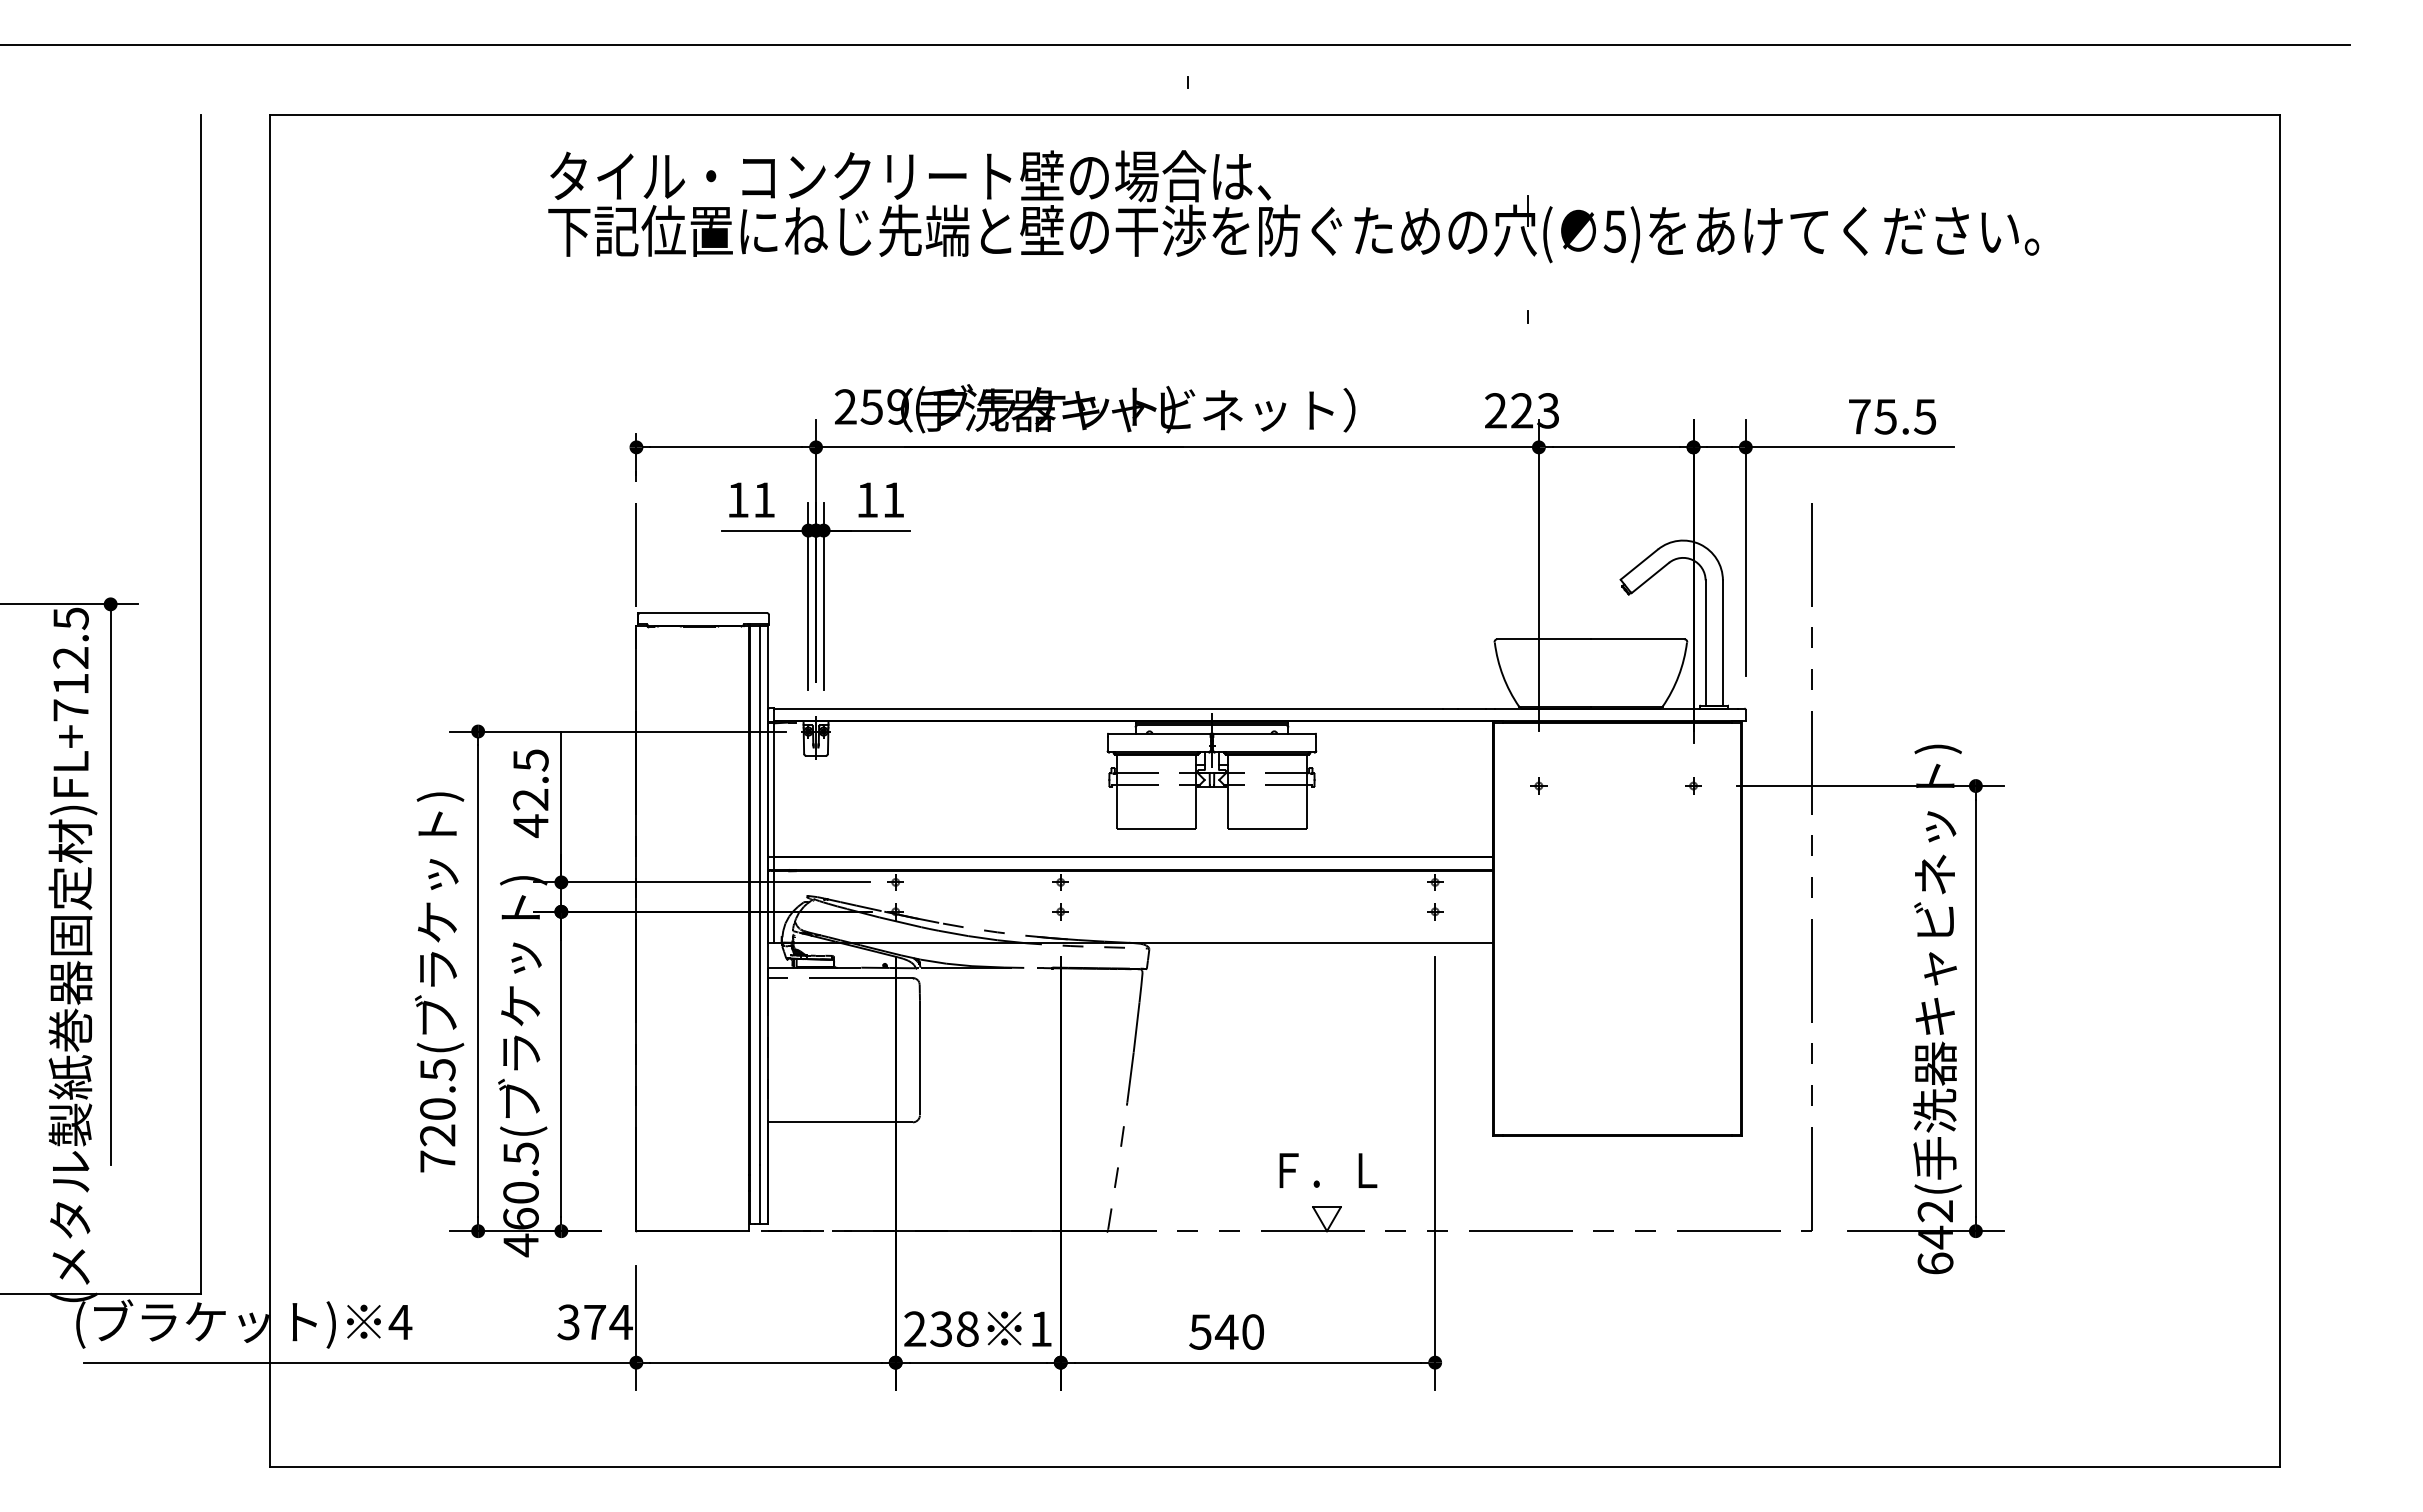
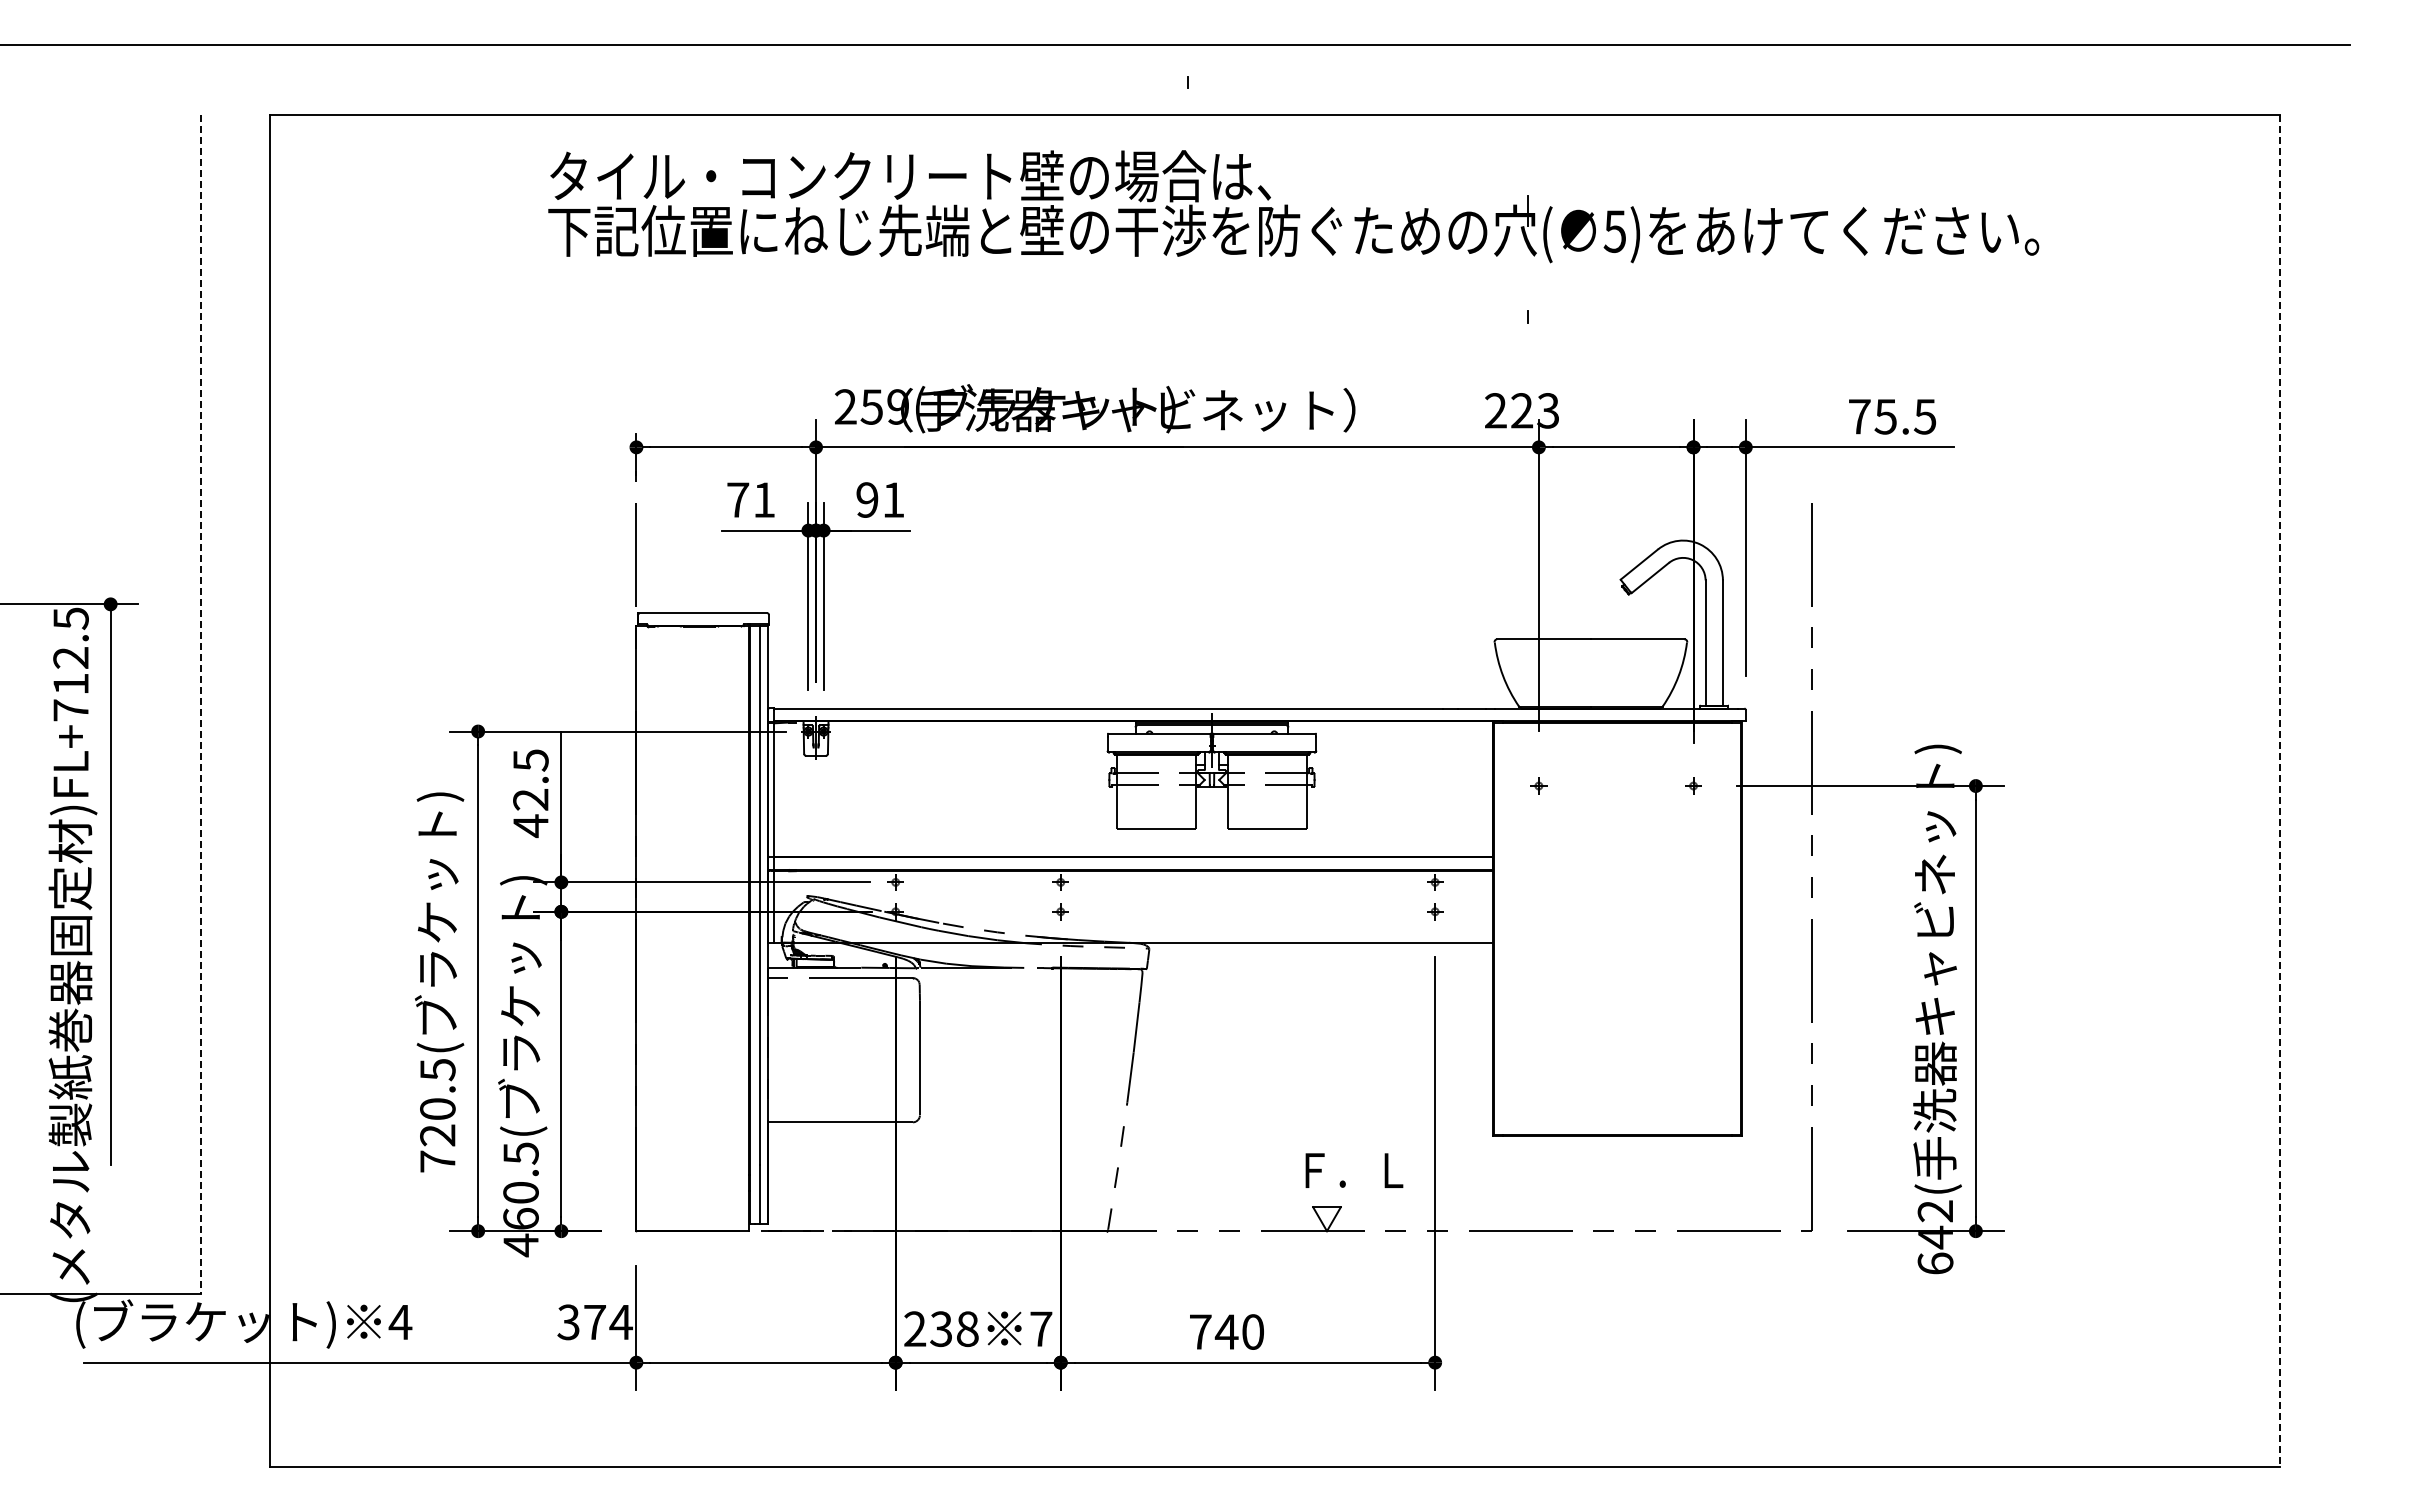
text at (738, 499): 11 -> 71
text at (867, 499): 11 -> 91
line at (200, 704): solid -> dashed
line at (2280, 791): solid -> dashed
text at (1328, 1170) position: (1328, 1170) -> (1354, 1170)
text at (1041, 1328): 1 -> 7
text at (1200, 1331): 540 -> 740
